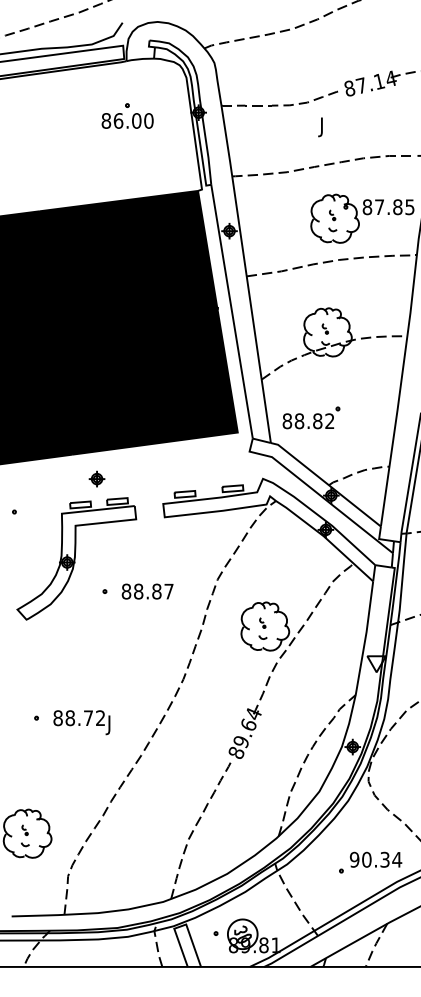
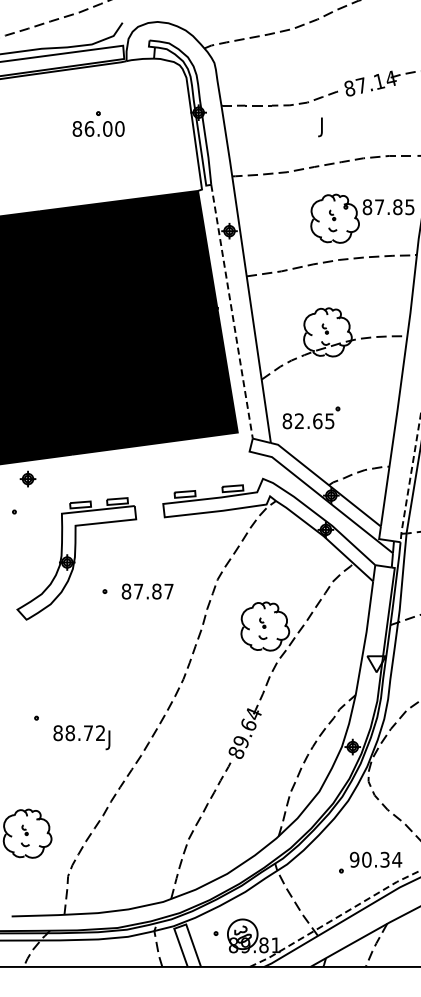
part at (127, 115) position: (127, 115) -> (98, 123)
line at (232, 311): solid -> dashed
text at (314, 421): 88.82 -> 82.65
part at (96, 478) position: (96, 478) -> (27, 478)
line at (410, 478): solid -> dashed
text at (138, 591): 88.87 -> 87.87
text at (81, 722) position: (81, 722) -> (81, 737)
line at (335, 918): solid -> dashed
